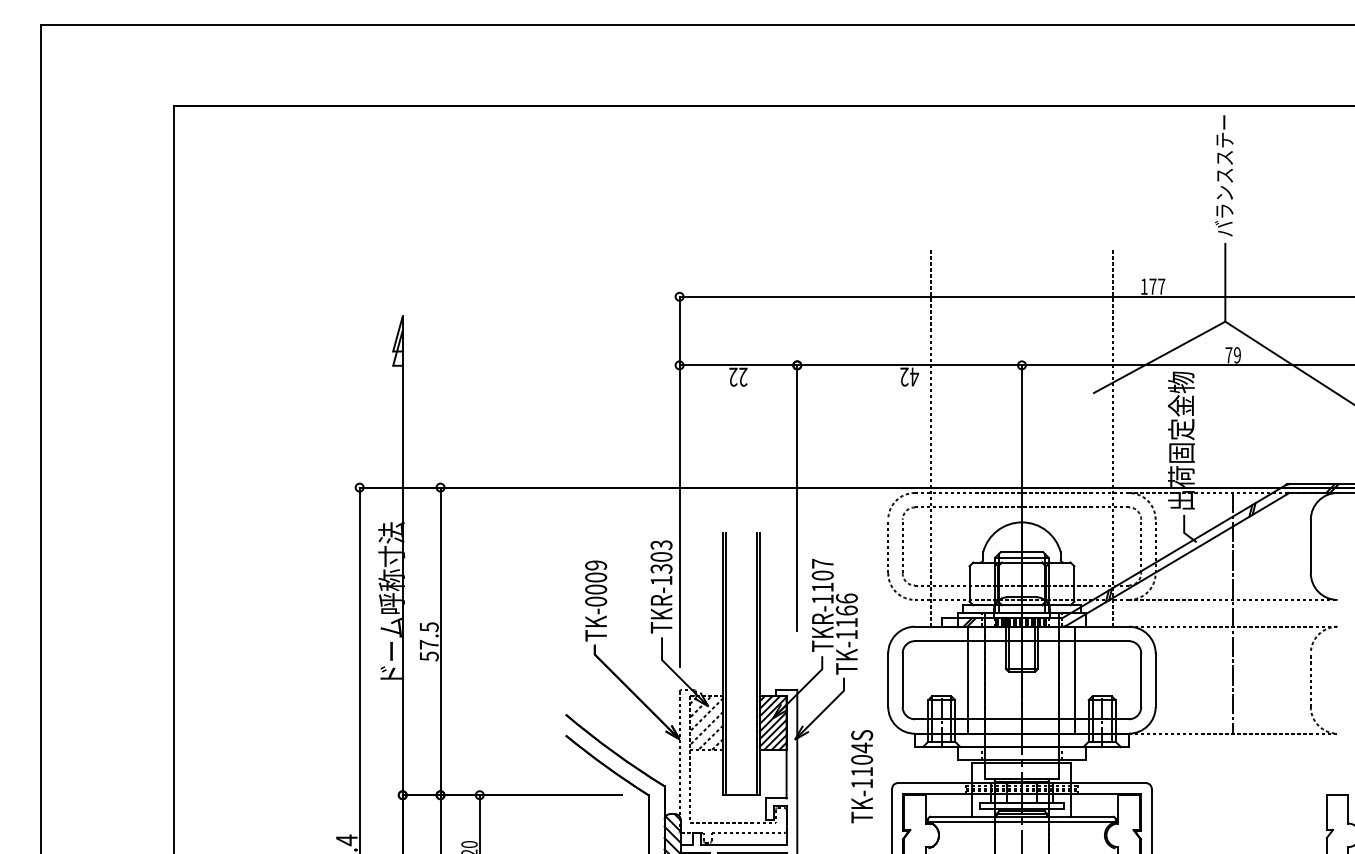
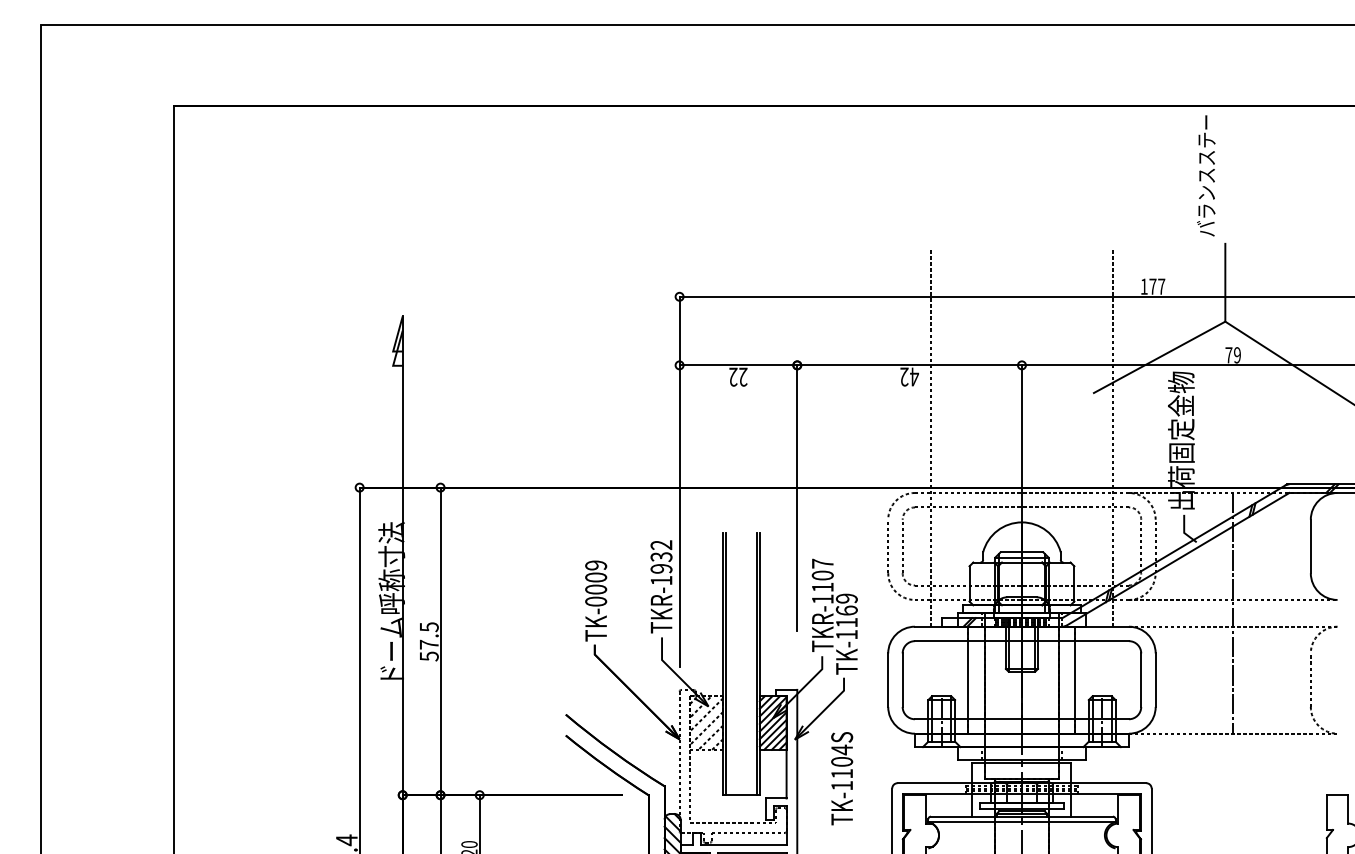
text at (1224, 175) position: (1224, 175) -> (1206, 175)
text at (661, 556): TKR-1303 -> TKR-1932
text at (846, 598): TK-1166 -> TK-1169
text at (862, 776) position: (862, 776) -> (842, 778)
